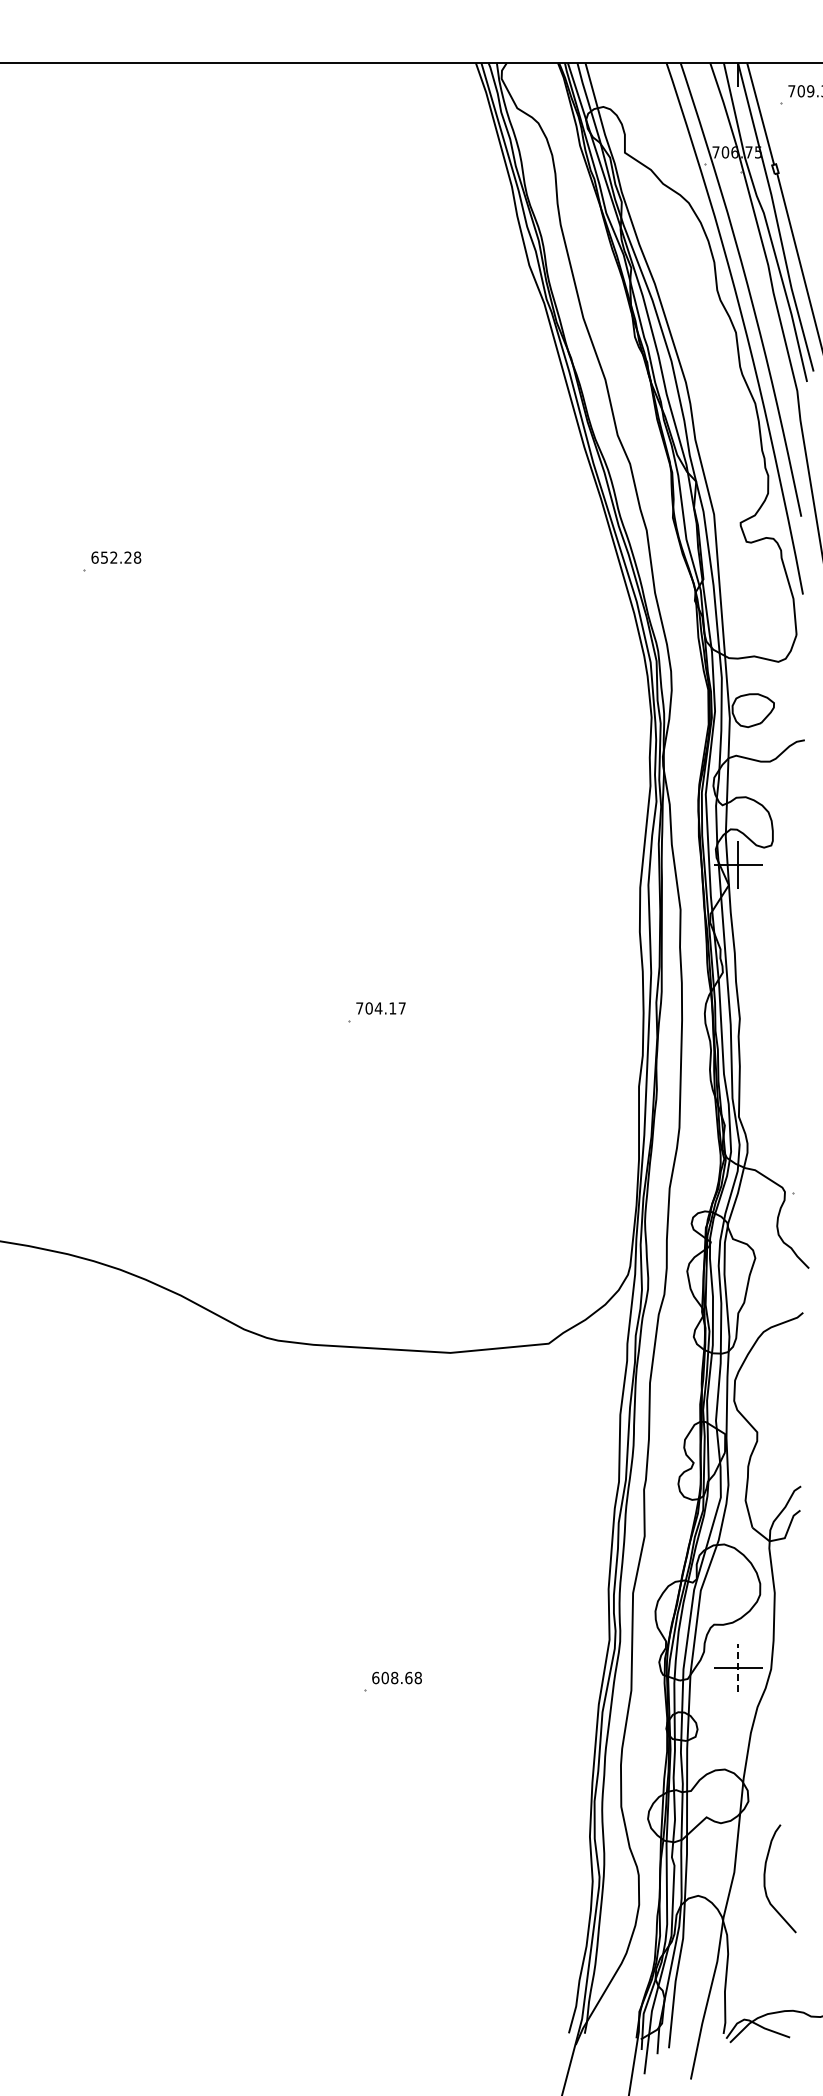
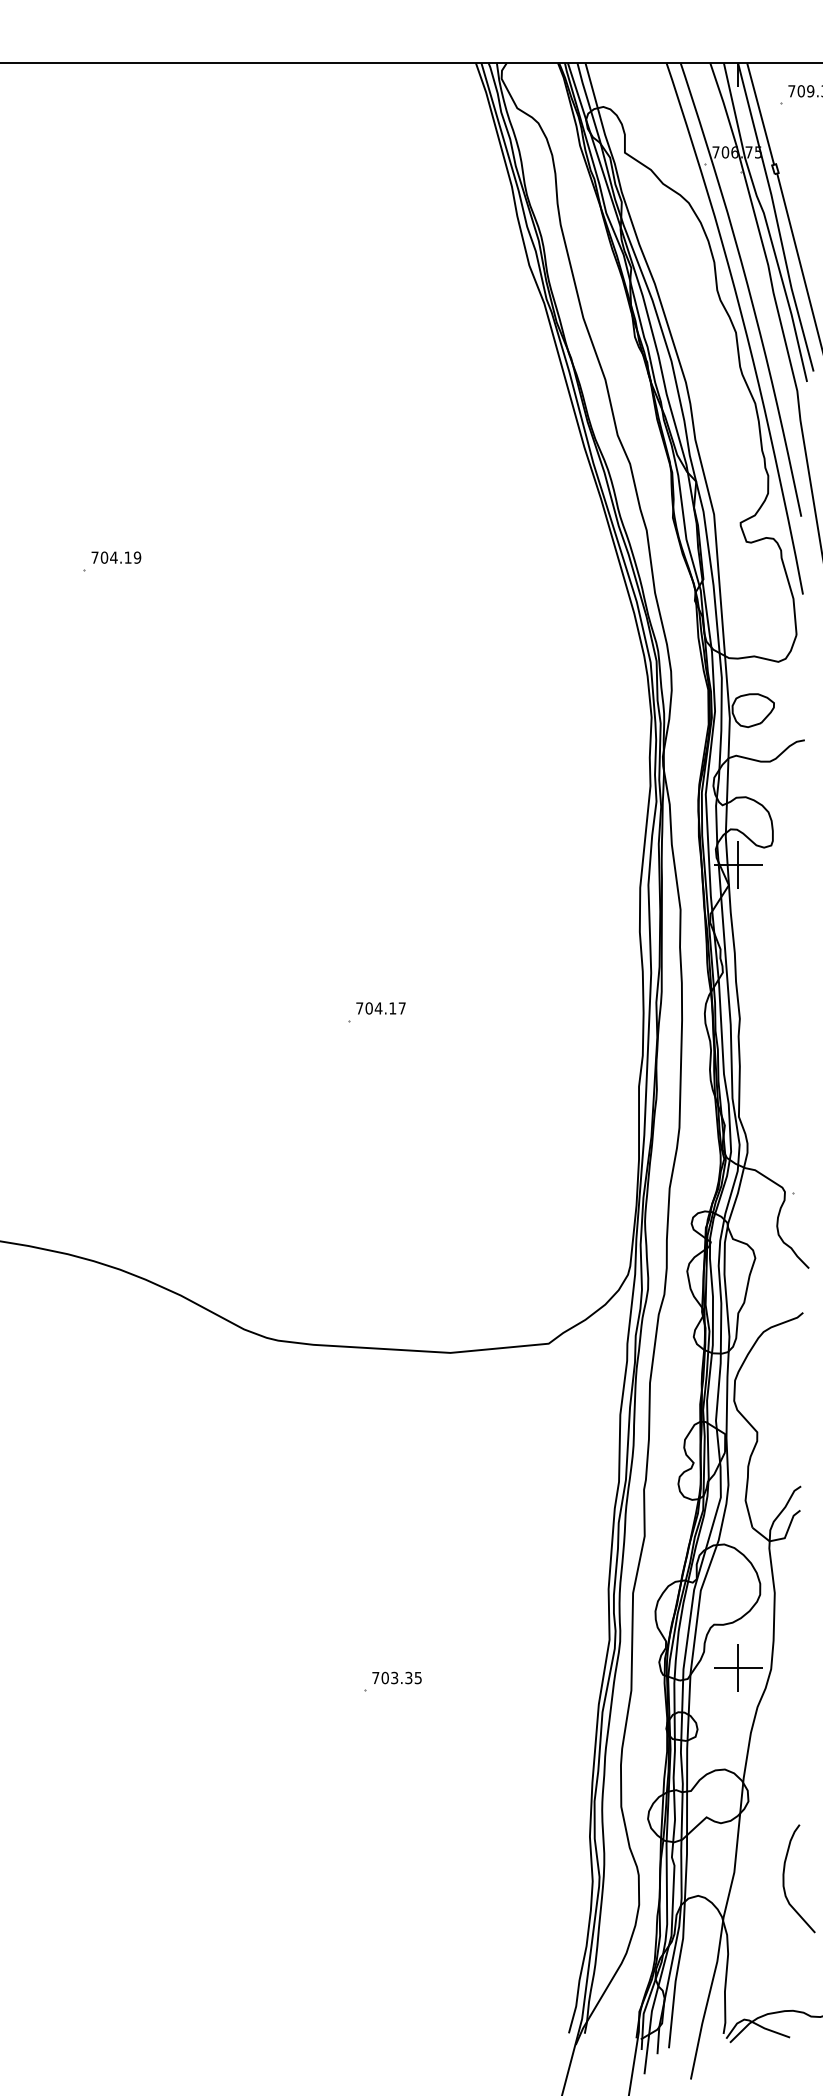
text at (116, 557): 652.28 -> 704.19
line at (738, 1667): dashed -> solid
text at (396, 1677): 608.68 -> 703.35
curve at (765, 1878) position: (765, 1878) -> (784, 1878)
